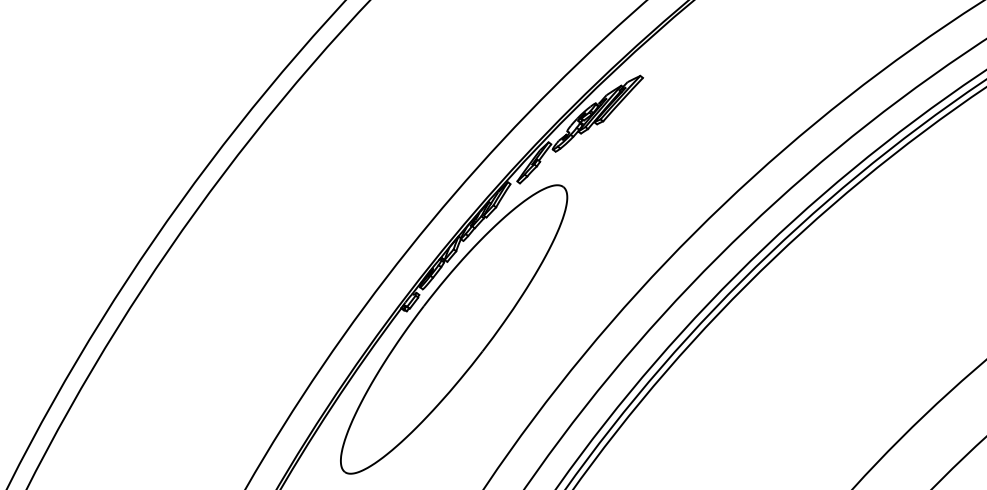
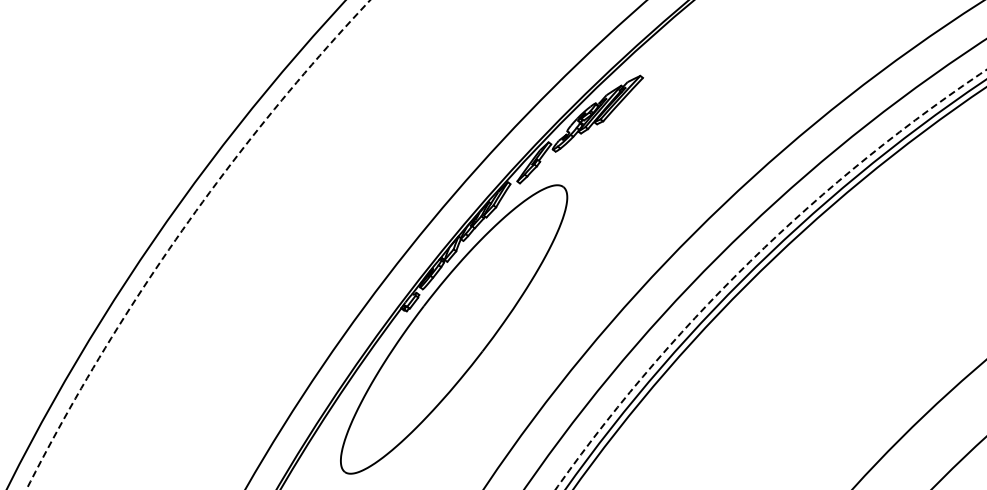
arc at (179, 234): solid -> dashed
circle at (770, 279): solid -> dashed
